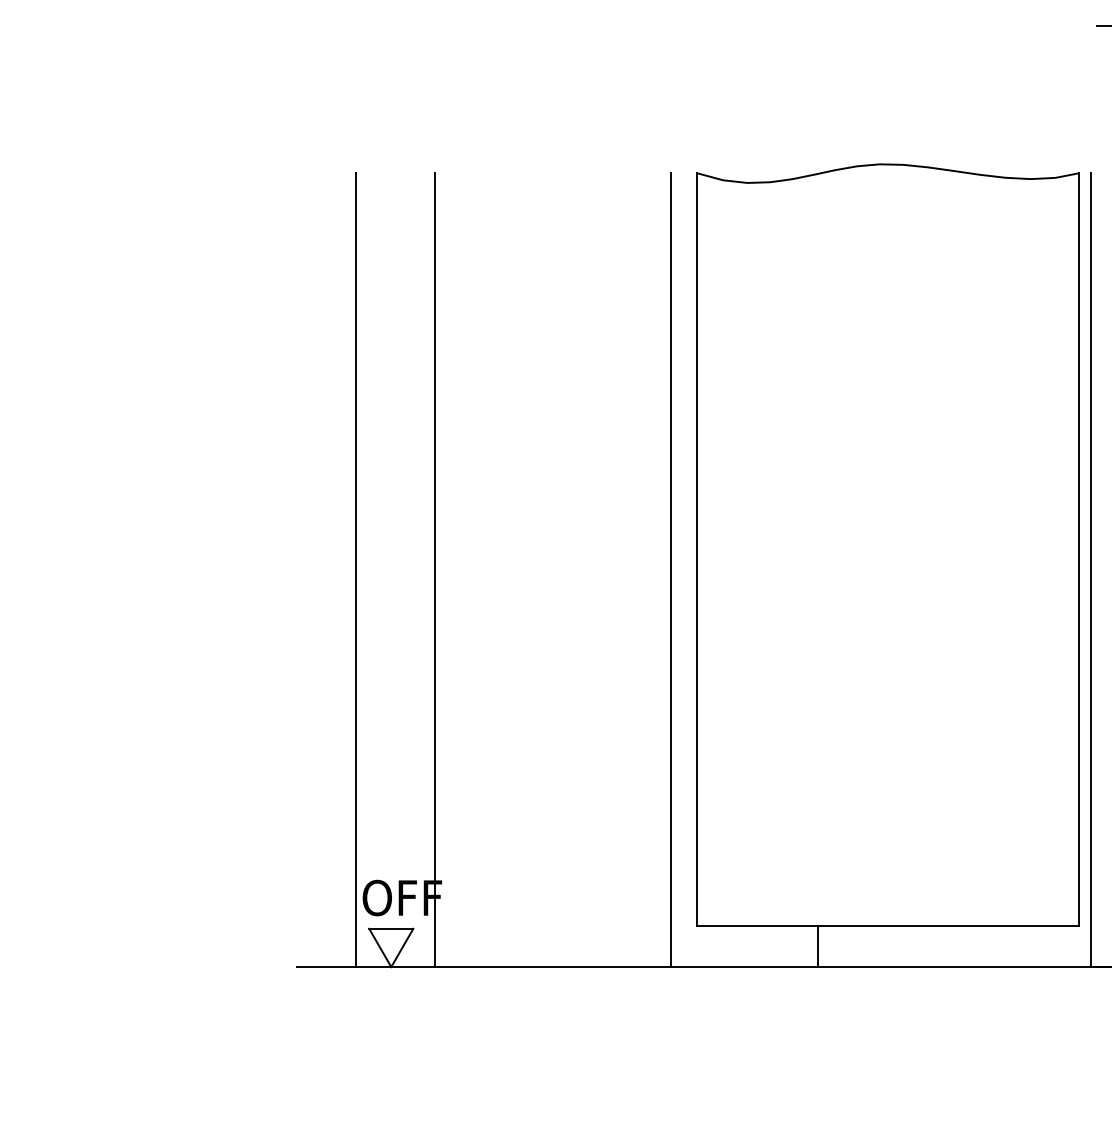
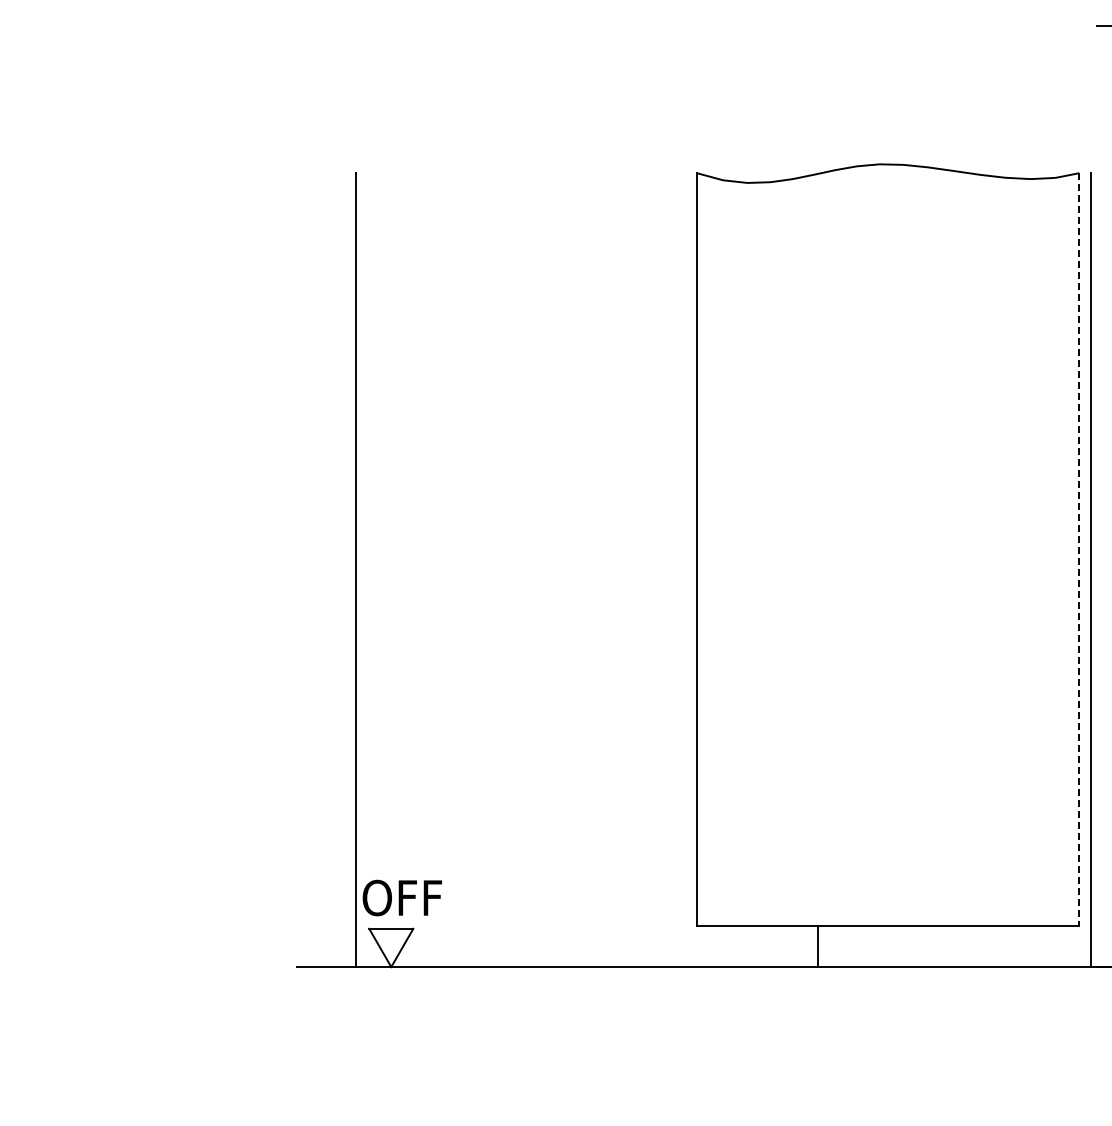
line at (1079, 550): solid -> dashed
line at (435, 570): present -> none
line at (670, 570): present -> none
